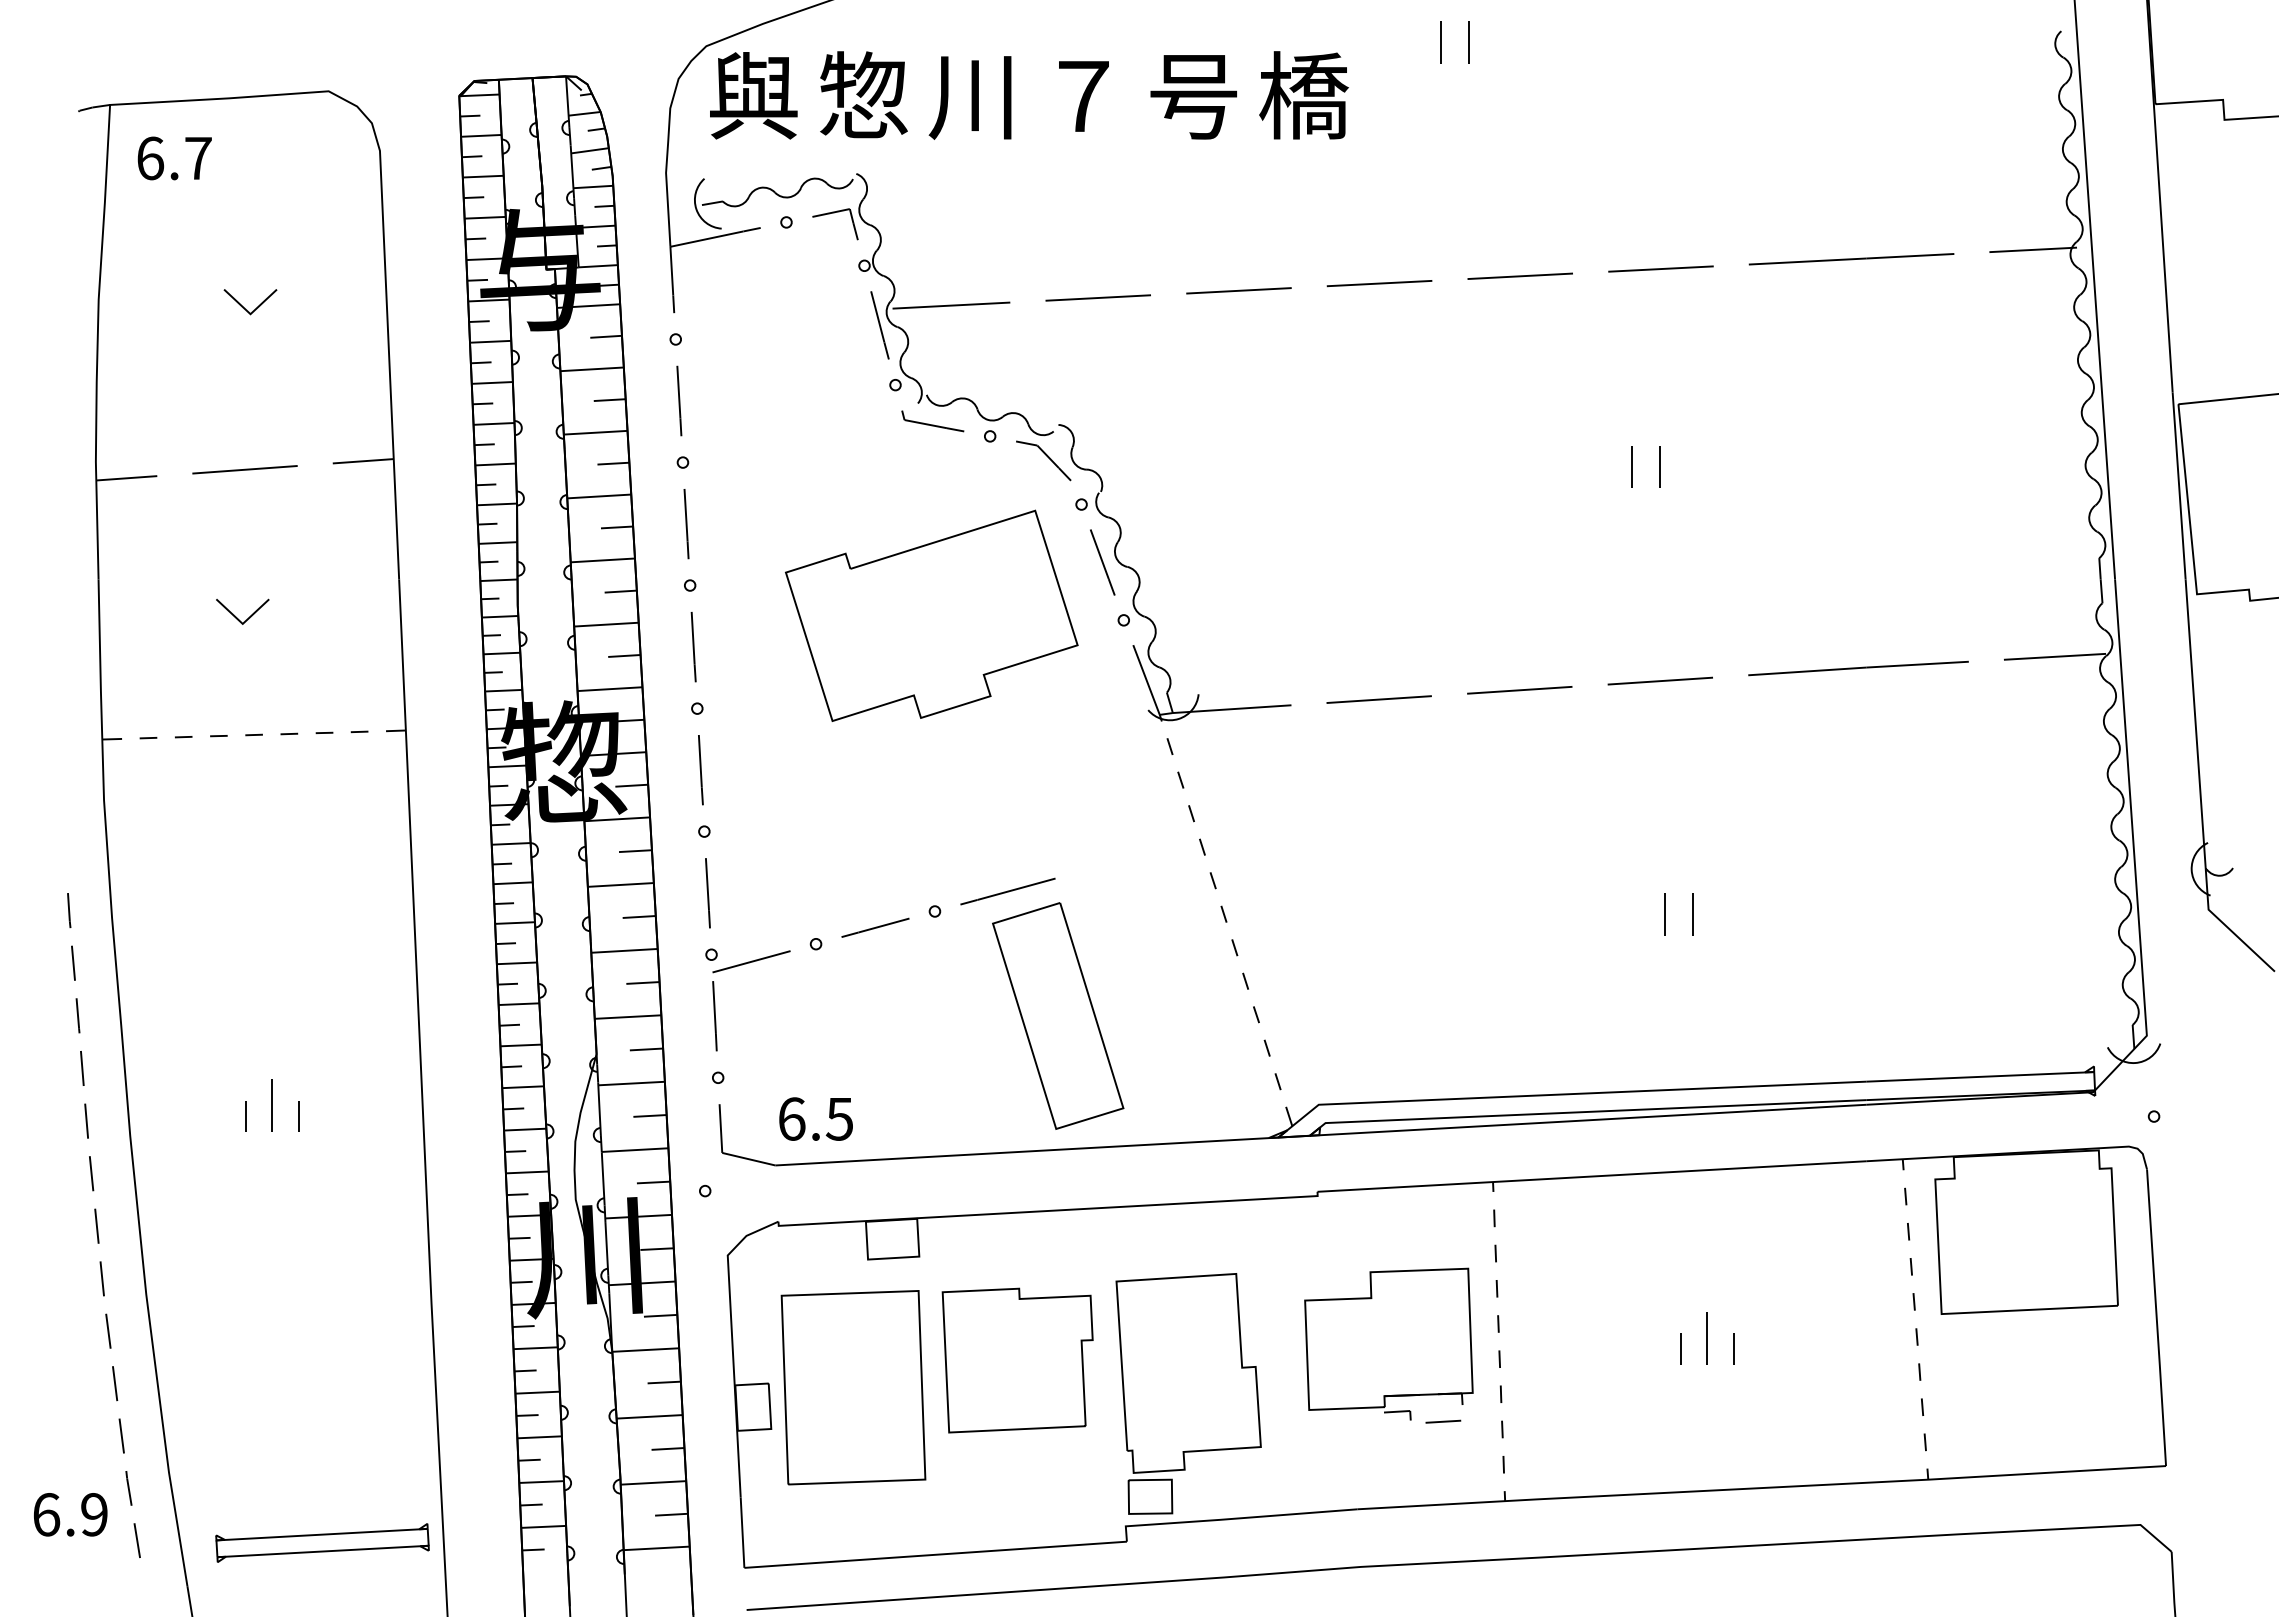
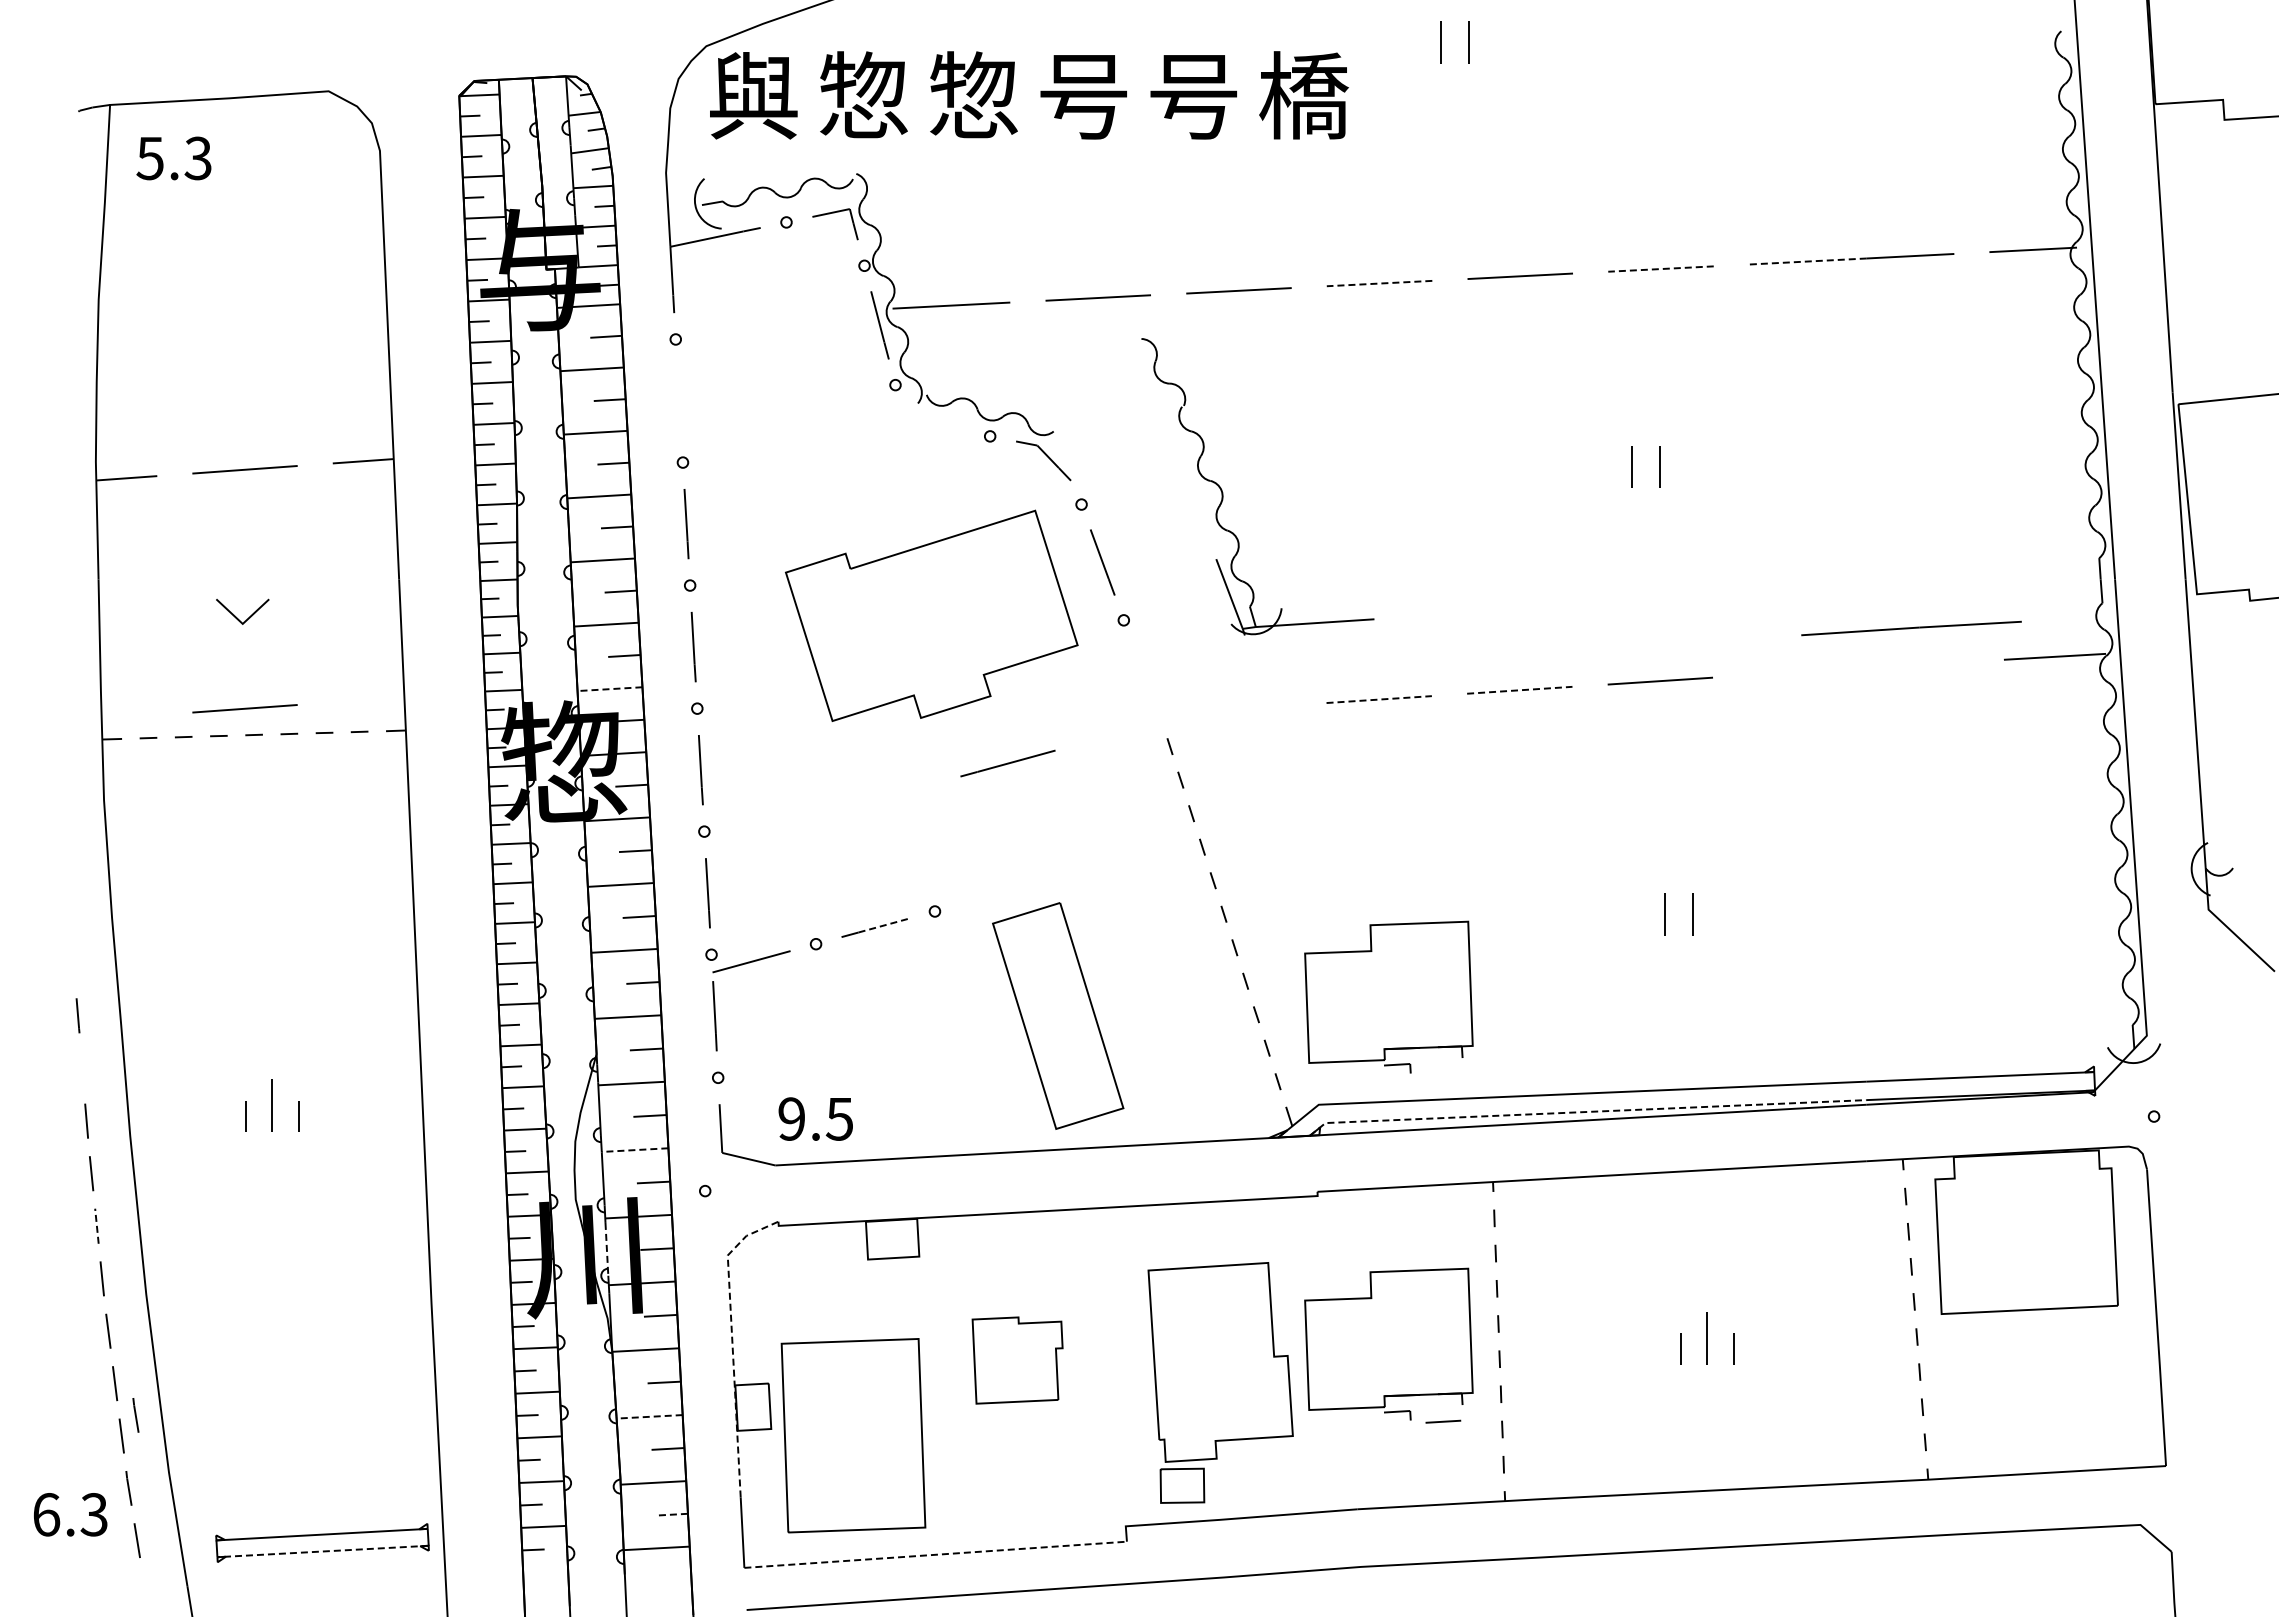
text at (972, 95): 川 -> 惣
text at (1083, 97): ７ -> 号
text at (173, 158): 6.7 -> 5.3
line at (1807, 261): solid -> dashed
line at (1661, 269): solid -> dashed
line at (1379, 283): solid -> dashed
part at (244, 307): present -> none
line at (679, 400): present -> none
part at (932, 421): present -> none
part at (1140, 578) position: (1140, 578) -> (1223, 492)
line at (1858, 668) position: (1858, 668) -> (1911, 628)
line at (609, 689): solid -> dashed
line at (1519, 690): solid -> dashed
line at (1379, 699): solid -> dashed
line at (244, 708): none -> present
line at (1007, 891) position: (1007, 891) -> (1007, 763)
line at (69, 910): present -> none
line at (884, 925): solid -> dashed
line at (73, 962): present -> none
part at (1388, 996): none -> present
line at (82, 1068): present -> none
line at (1585, 1112): solid -> dashed
text at (791, 1118): 6.5 -> 9.5
line at (634, 1150): solid -> dashed
line at (96, 1226): solid -> dashed
line at (606, 1249): solid -> dashed
line at (732, 1344): solid -> dashed
part at (1017, 1360) size: 153x147 px -> 93x89 px
part at (853, 1387) position: (853, 1387) -> (853, 1435)
part at (1188, 1393) position: (1188, 1393) -> (1220, 1382)
line at (135, 1415): none -> present
line at (649, 1416): solid -> dashed
text at (93, 1514): 6.9 -> 6.3
line at (670, 1514): solid -> dashed
line at (323, 1551): solid -> dashed
line at (935, 1554): solid -> dashed
